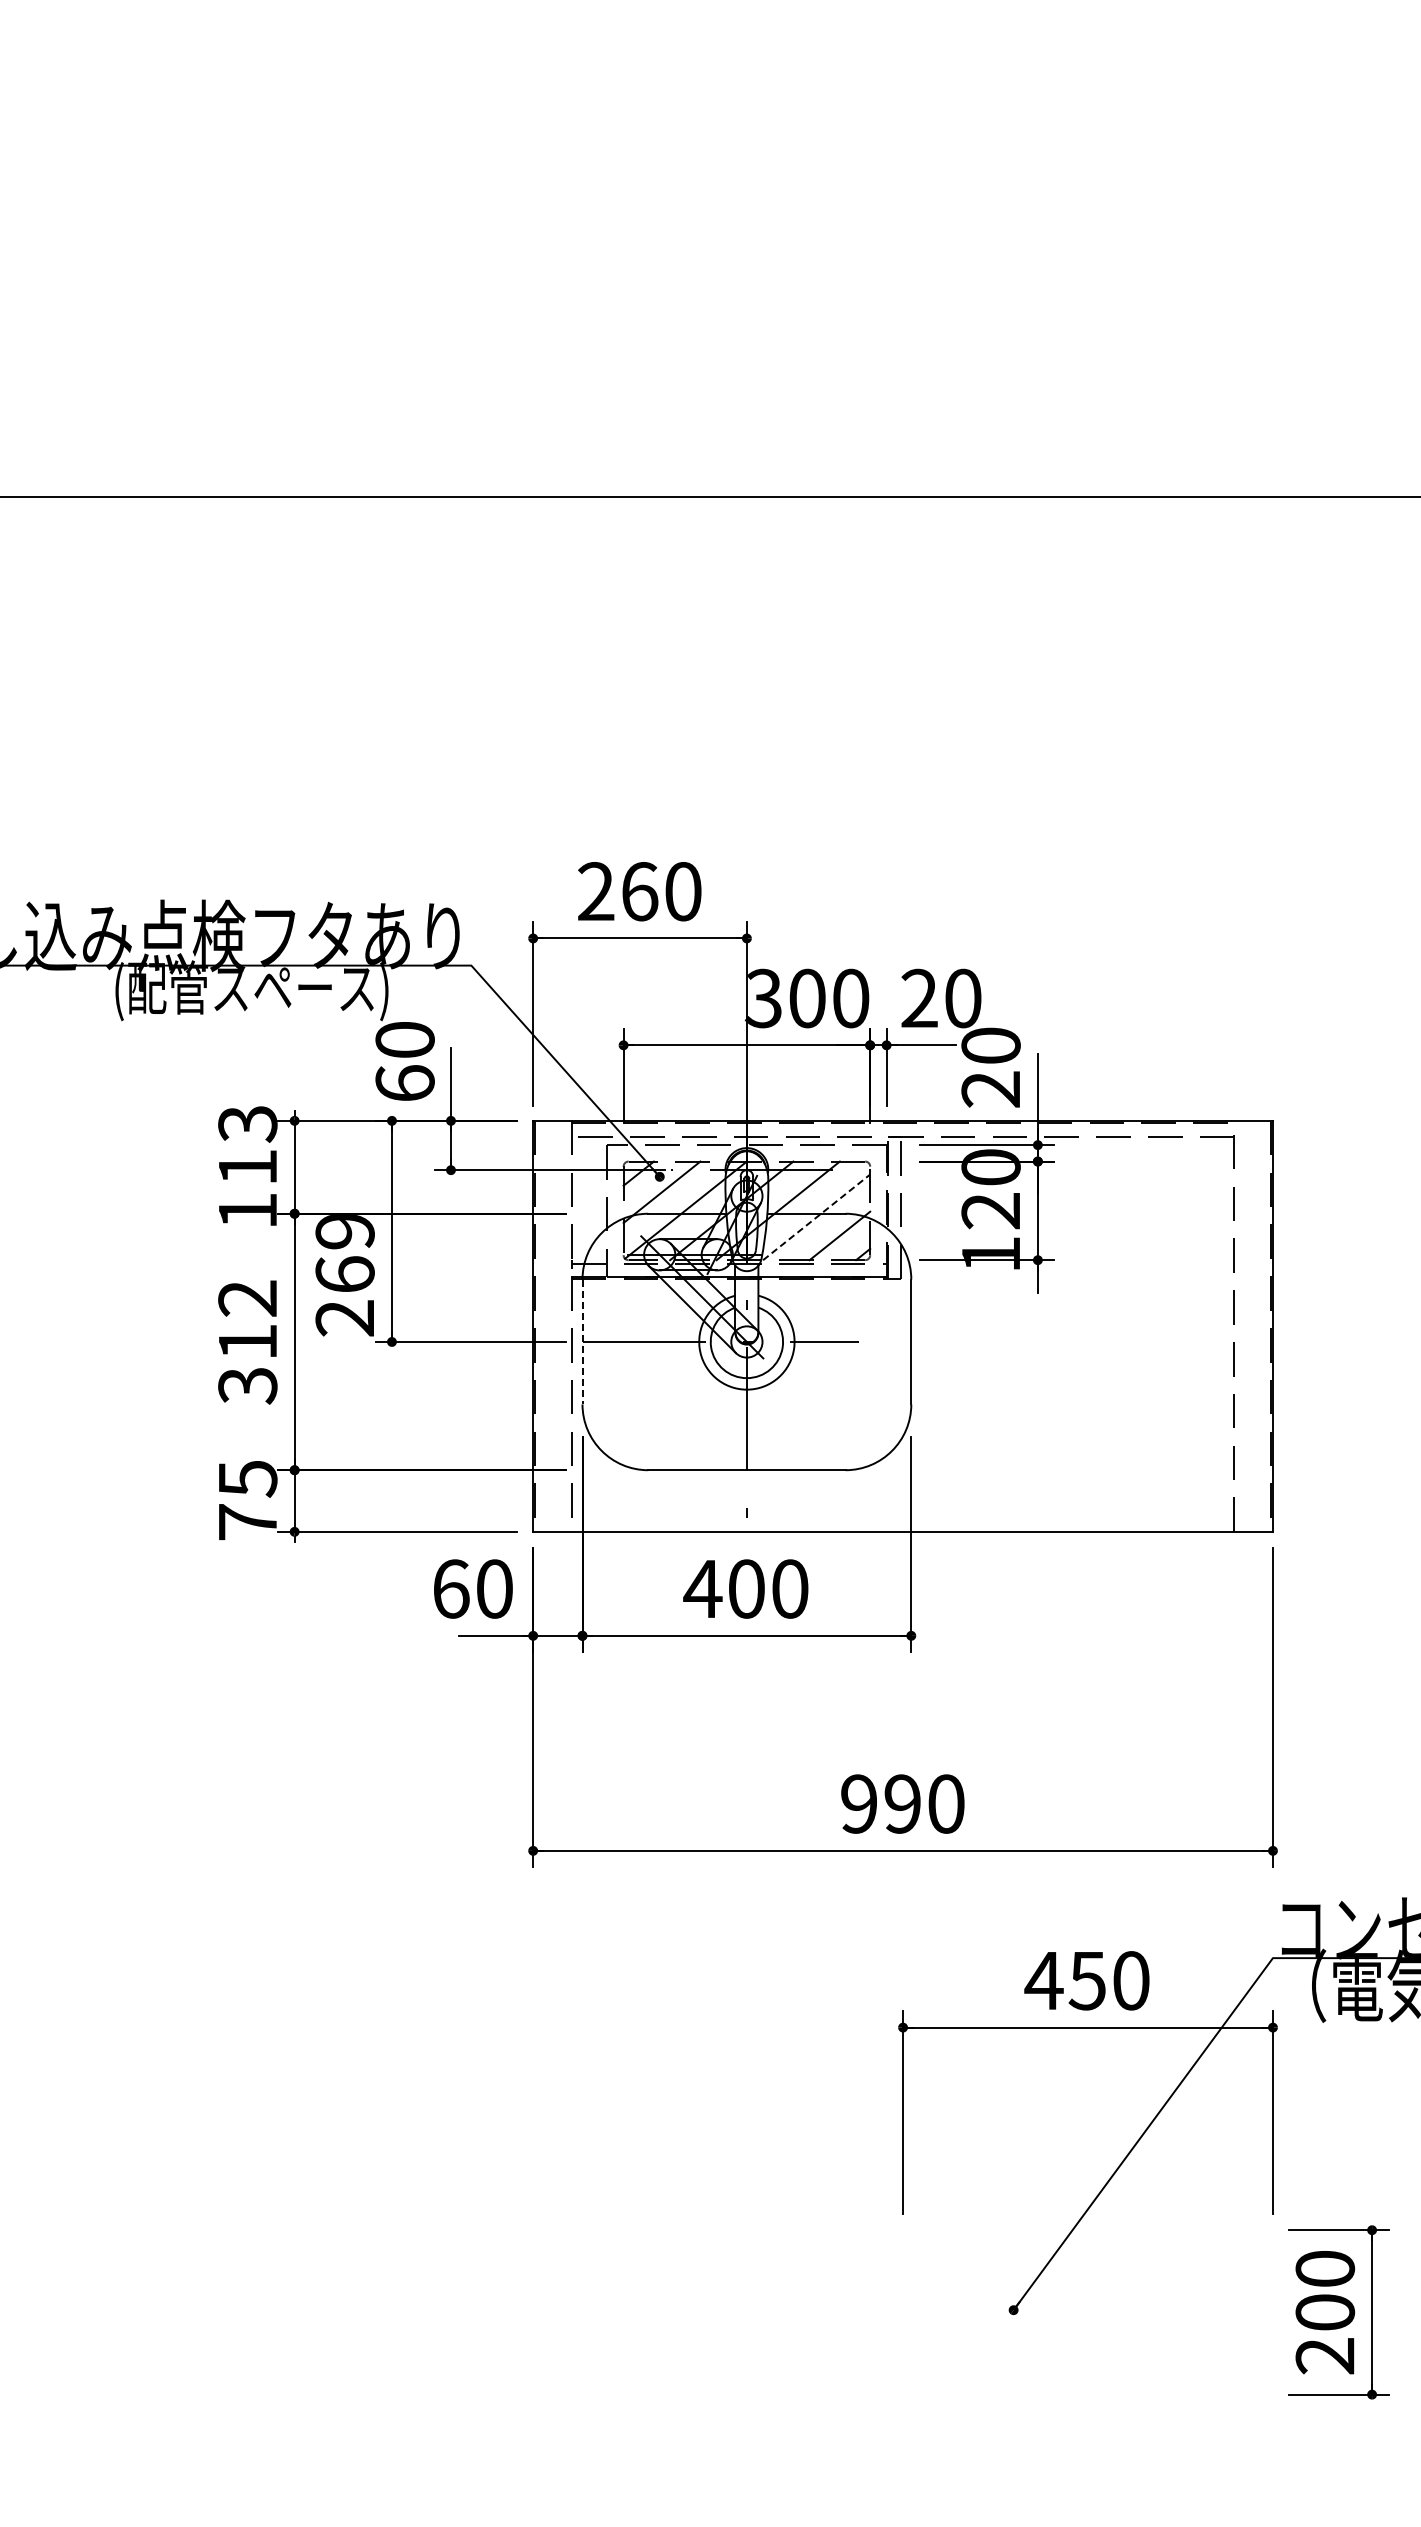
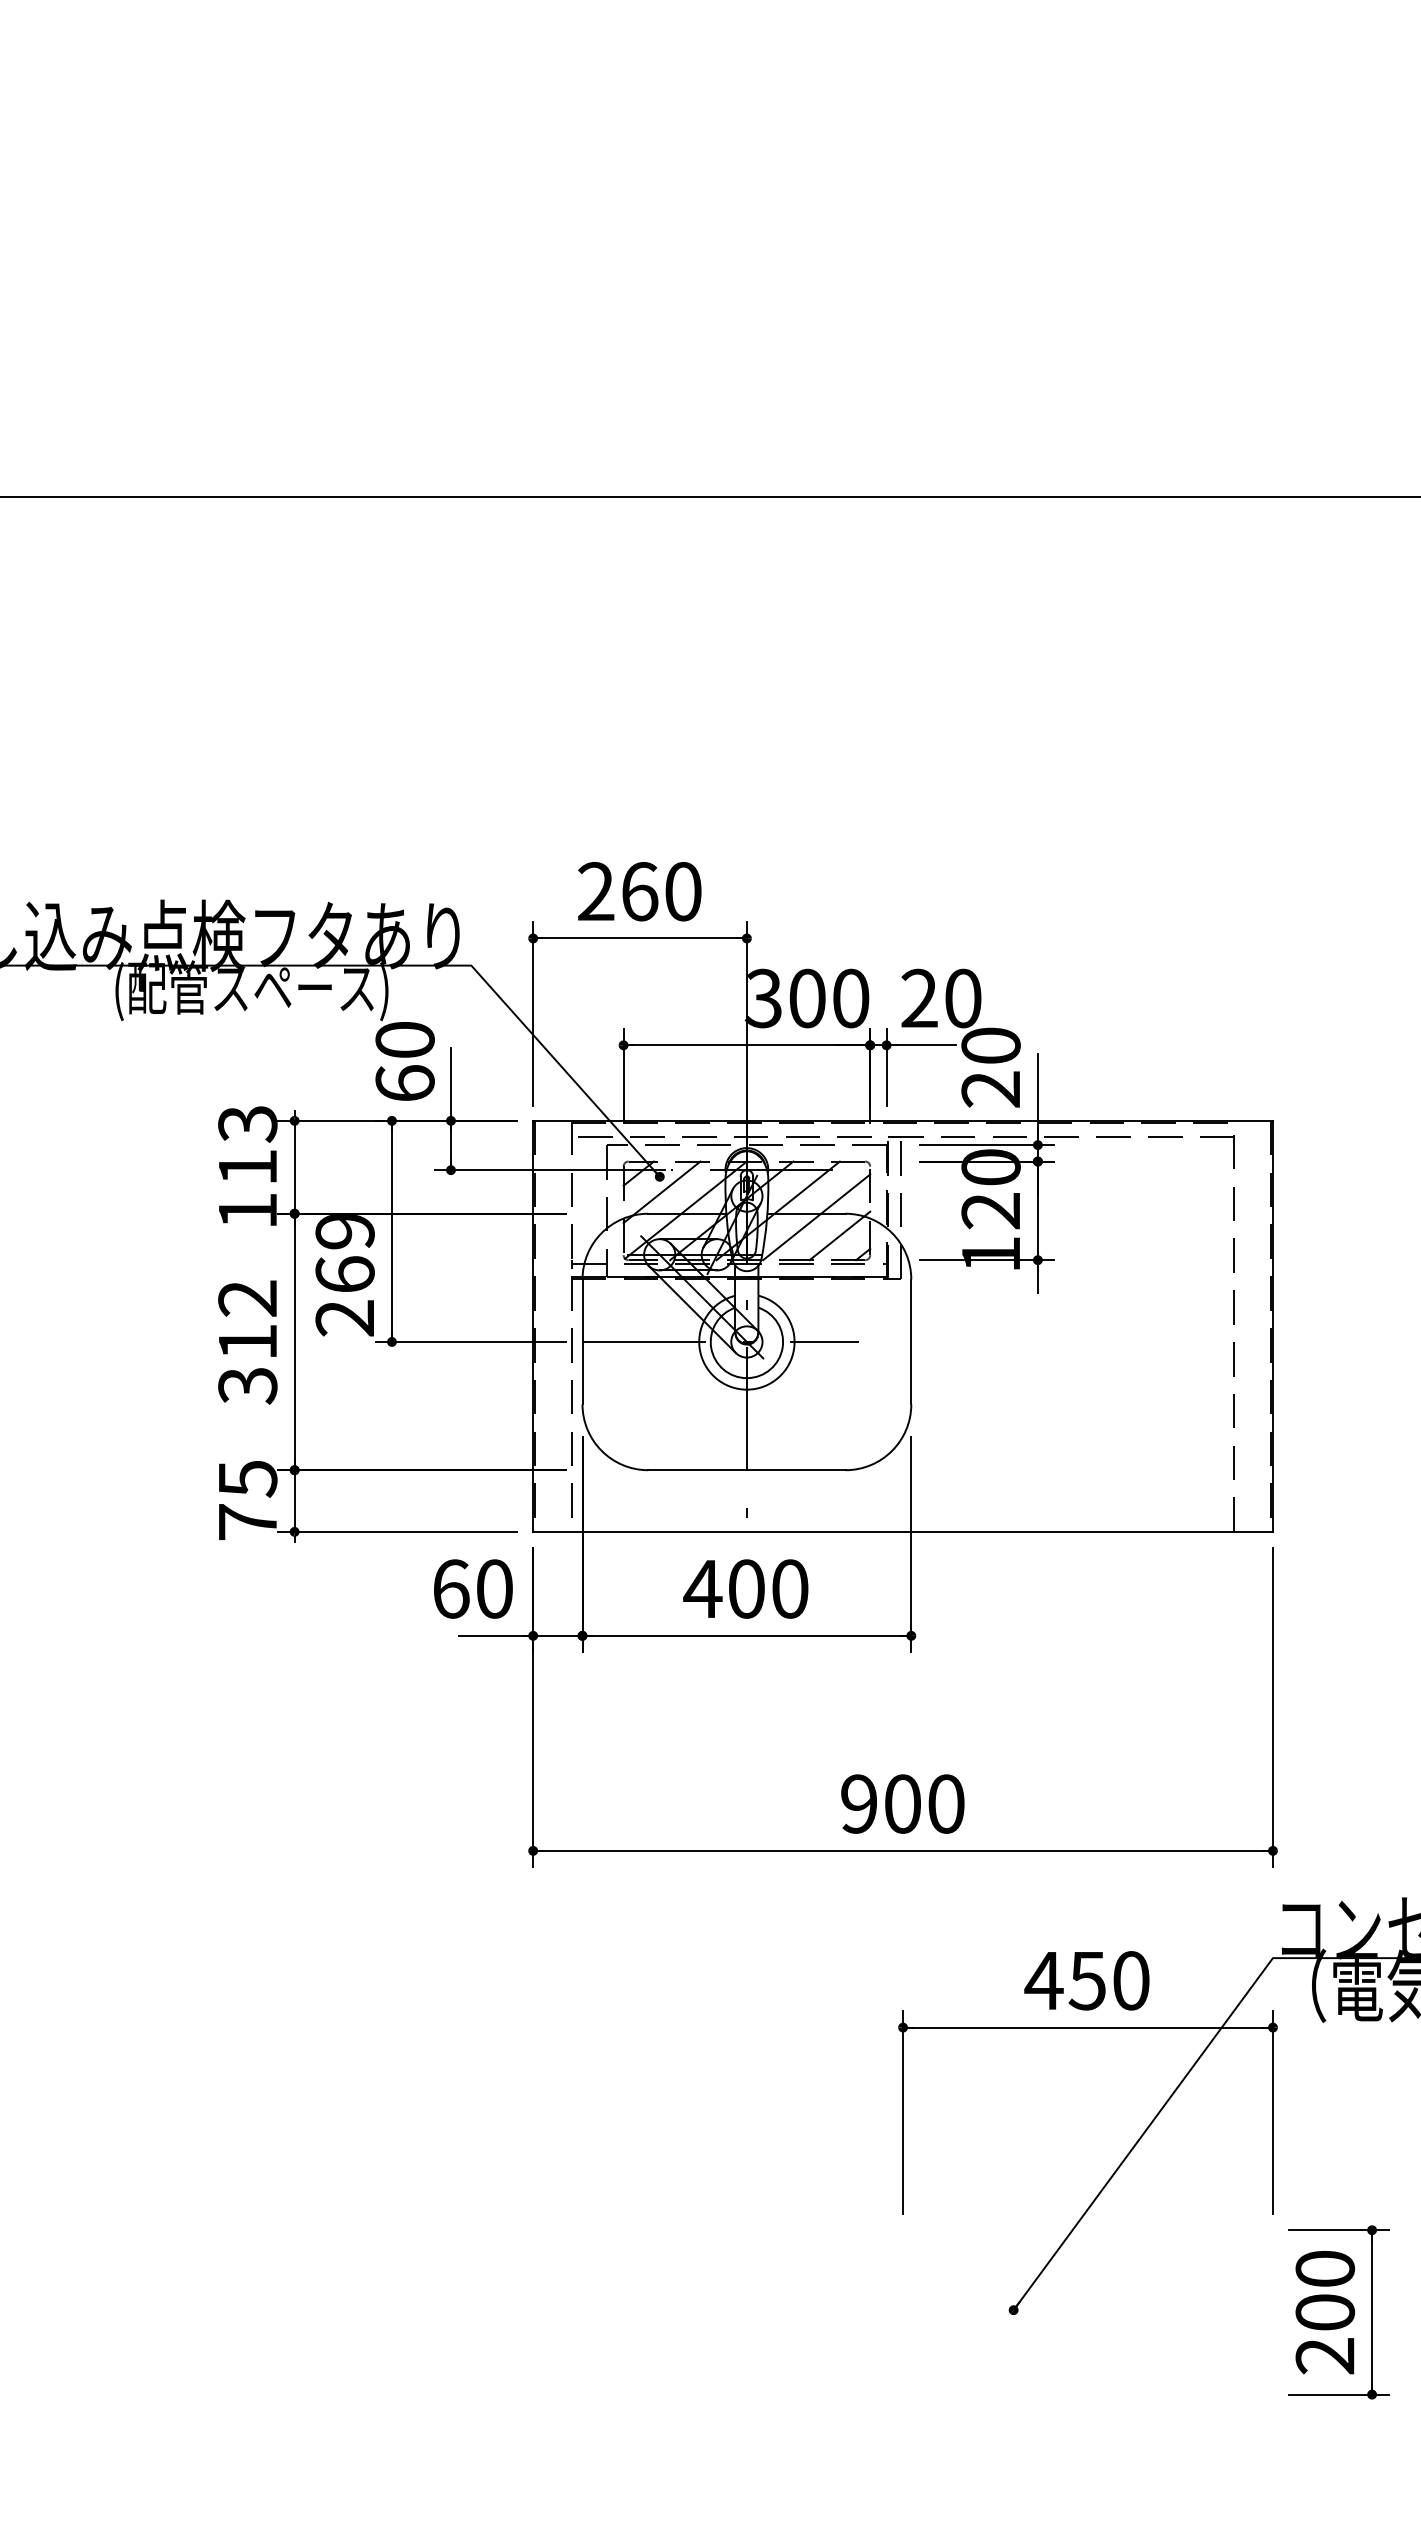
line at (816, 1217): dashed -> solid
line at (582, 1342): dashed -> solid
text at (902, 1803): 990 -> 900
